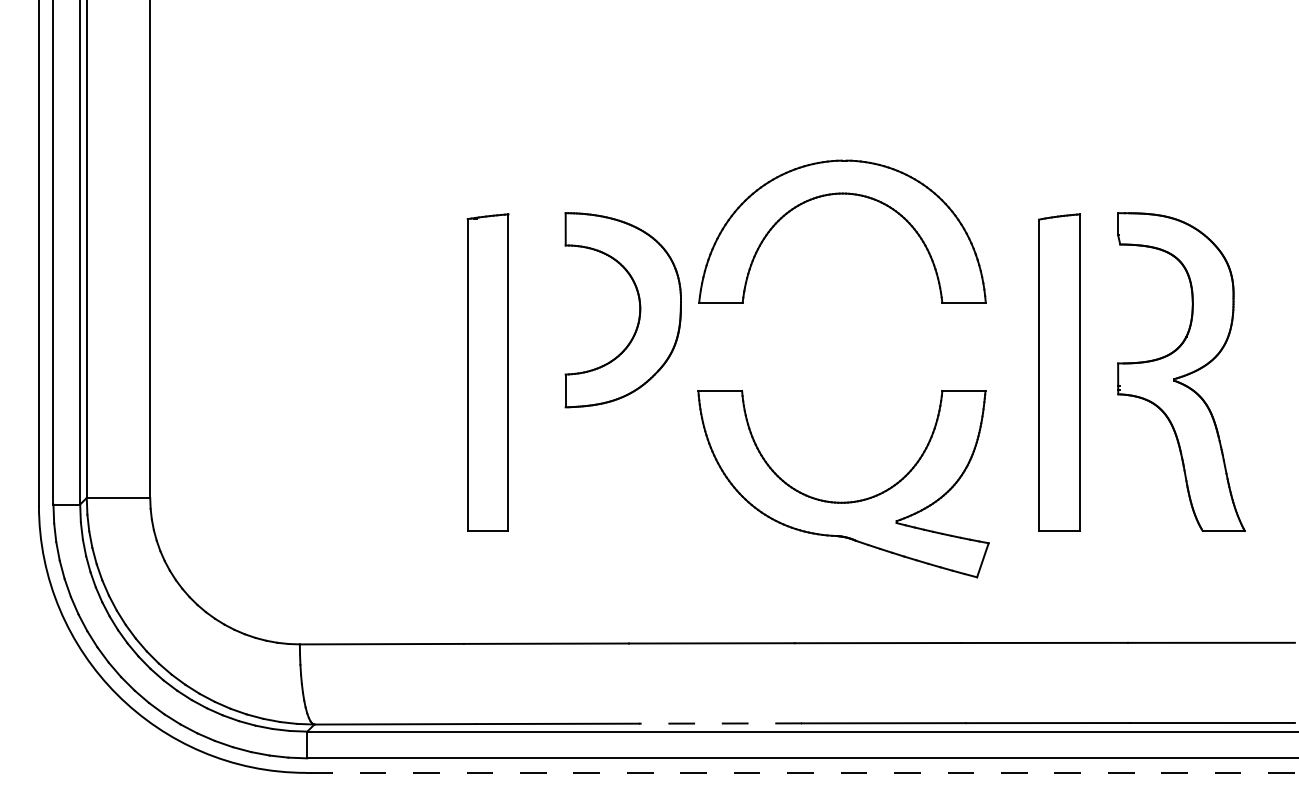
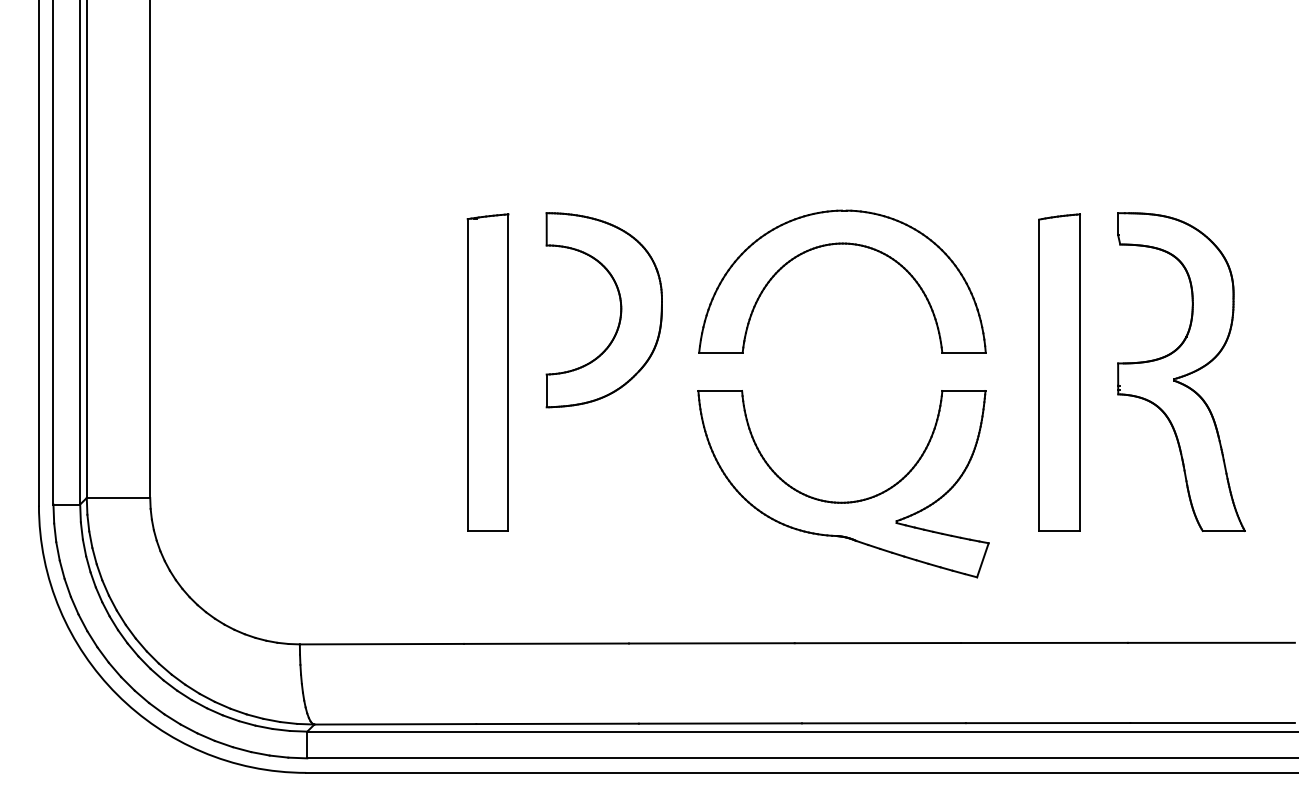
part at (842, 194) position: (842, 194) -> (842, 244)
part at (639, 310) position: (639, 310) -> (620, 310)
line at (720, 723): dashed -> solid
line at (803, 772): dashed -> solid
